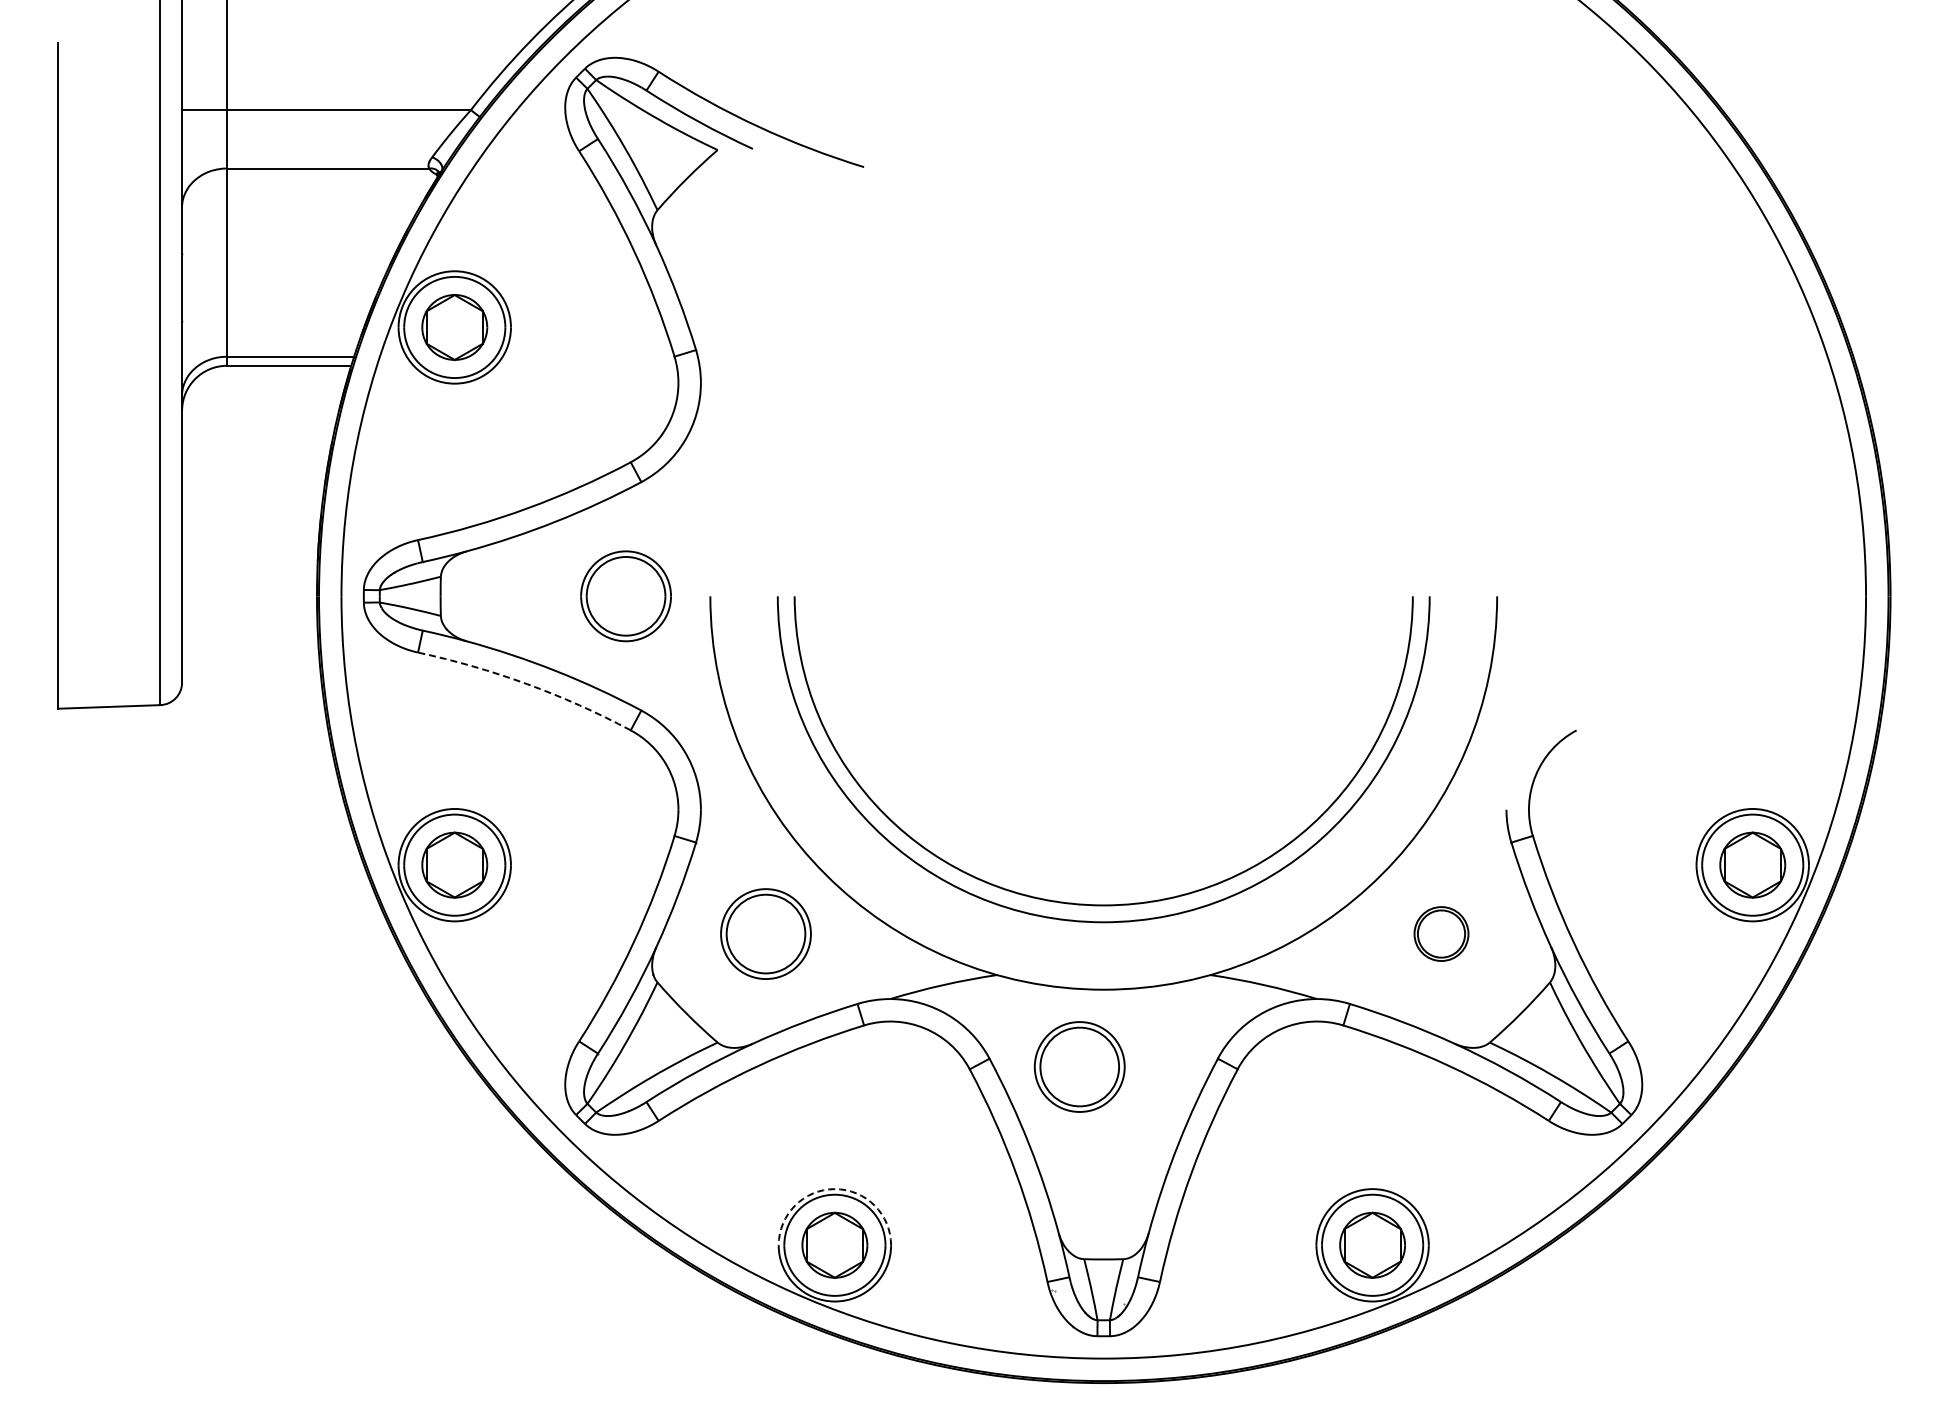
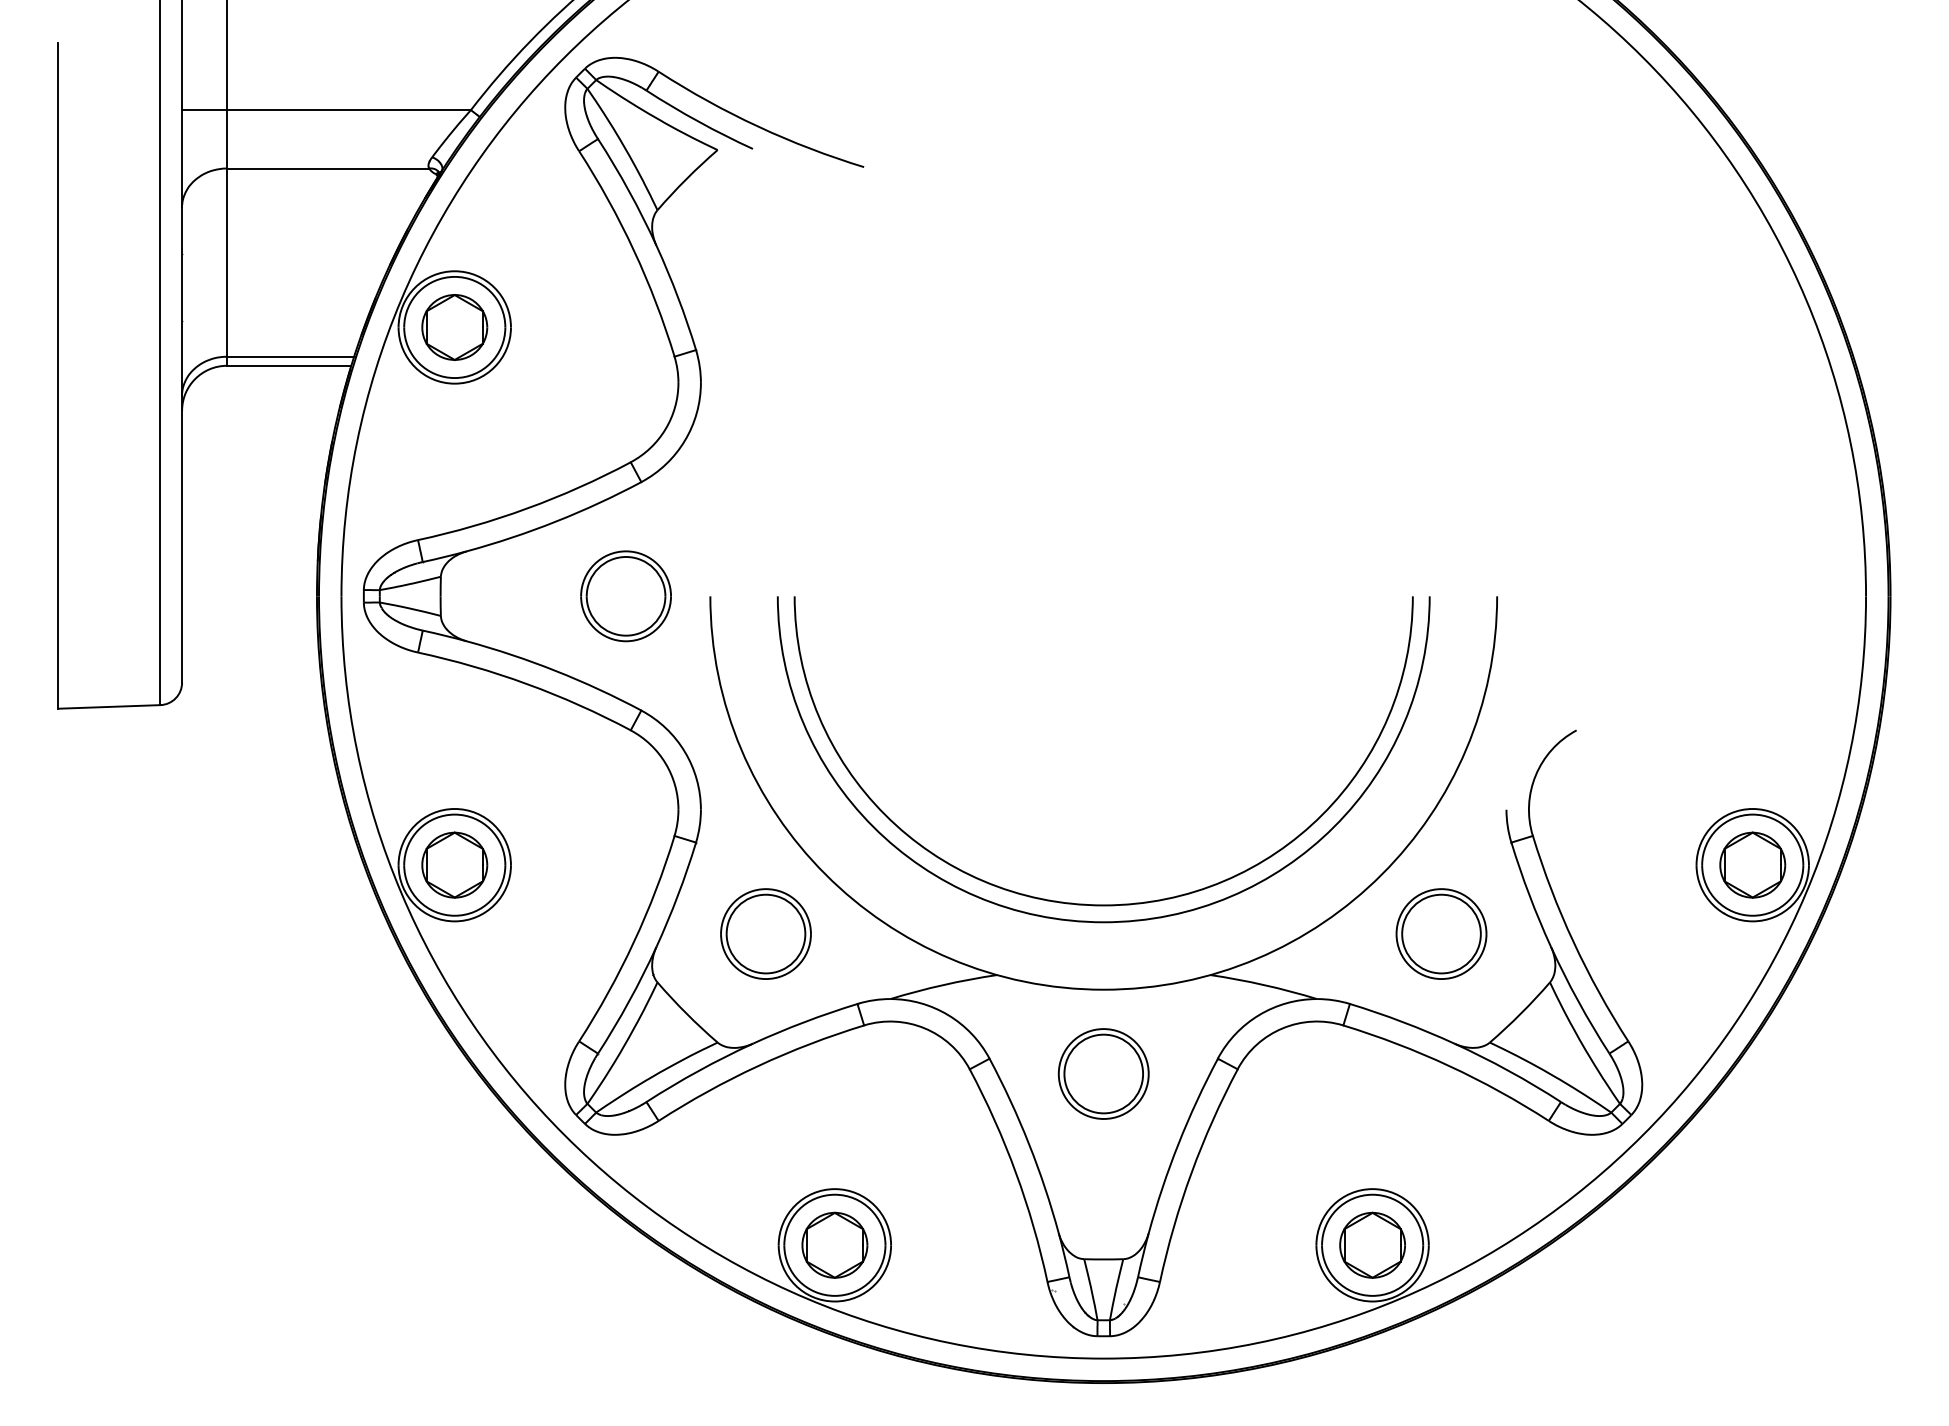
arc at (527, 684): dashed -> solid
part at (1441, 933) size: 57x56 px -> 93x92 px
part at (1079, 1066) position: (1079, 1066) -> (1103, 1073)
arc at (834, 1189): dashed -> solid
